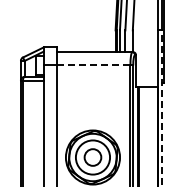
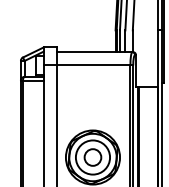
line at (93, 65): dashed -> solid
line at (162, 108): dashed -> solid
